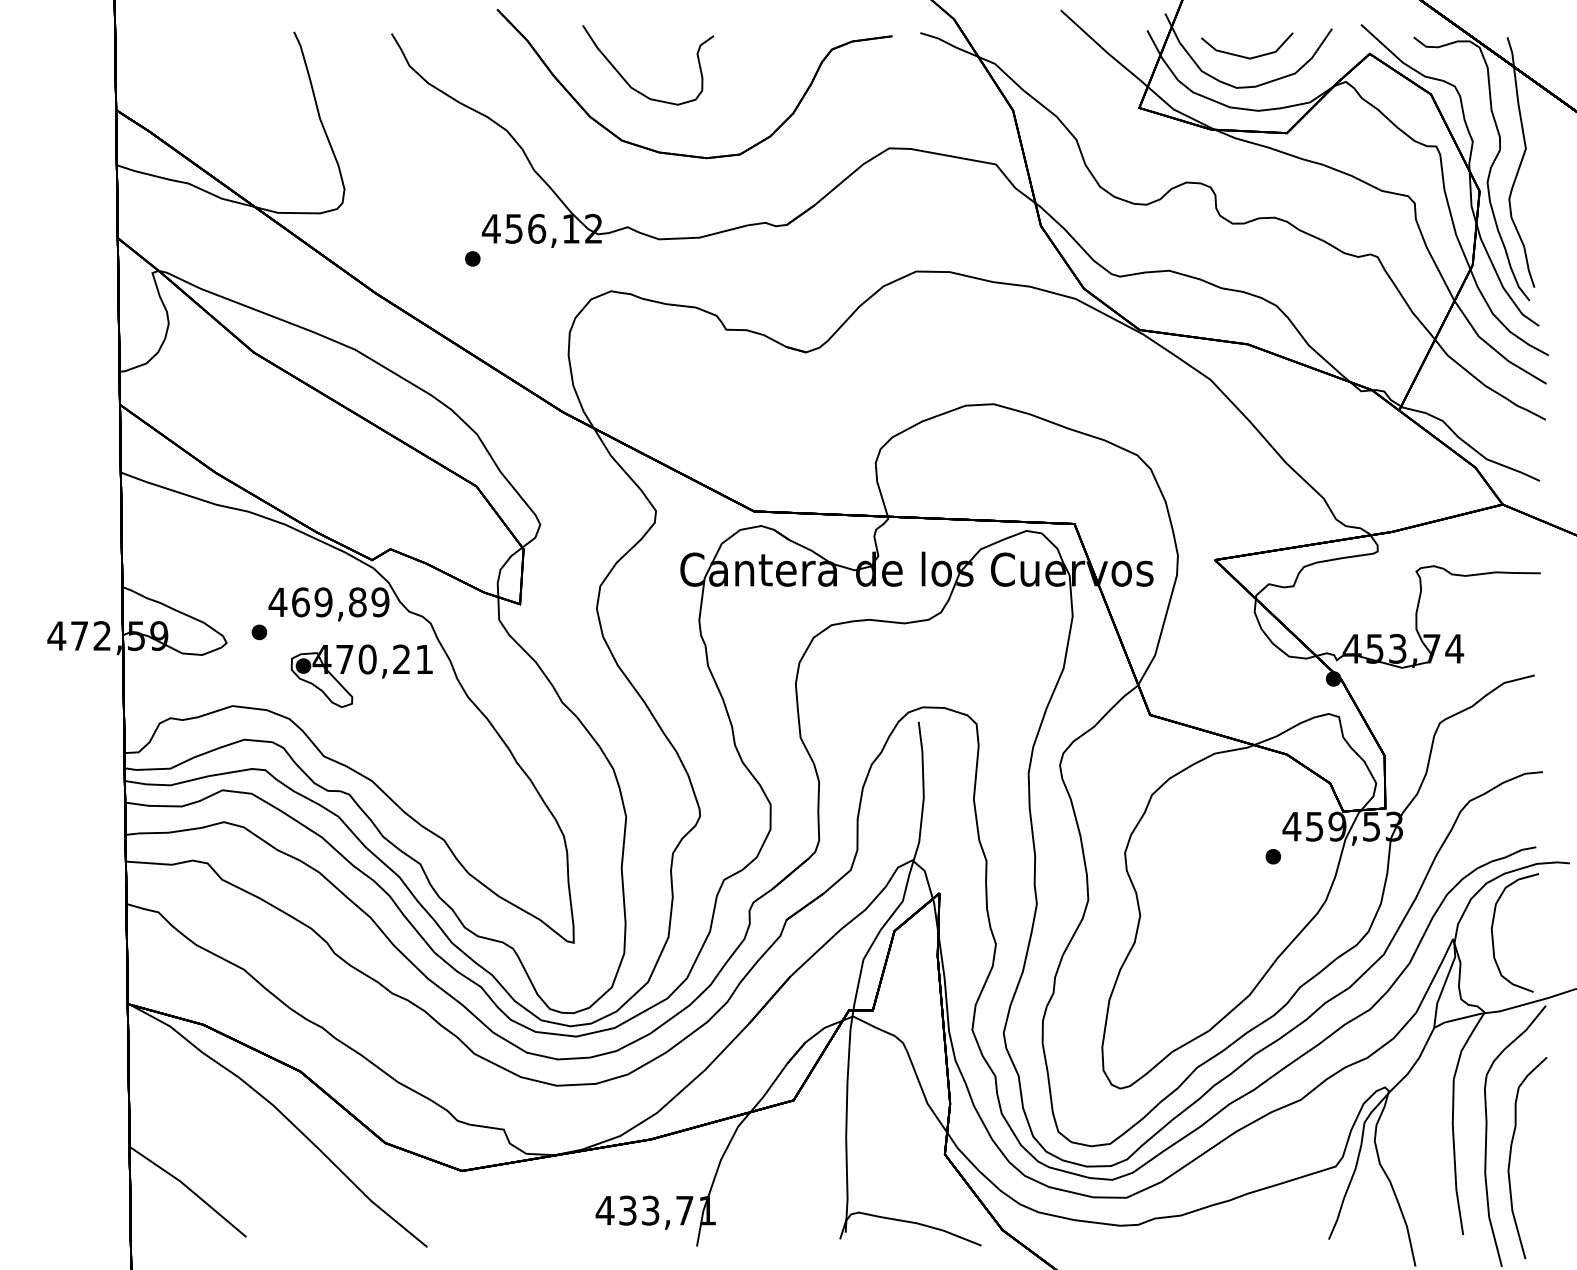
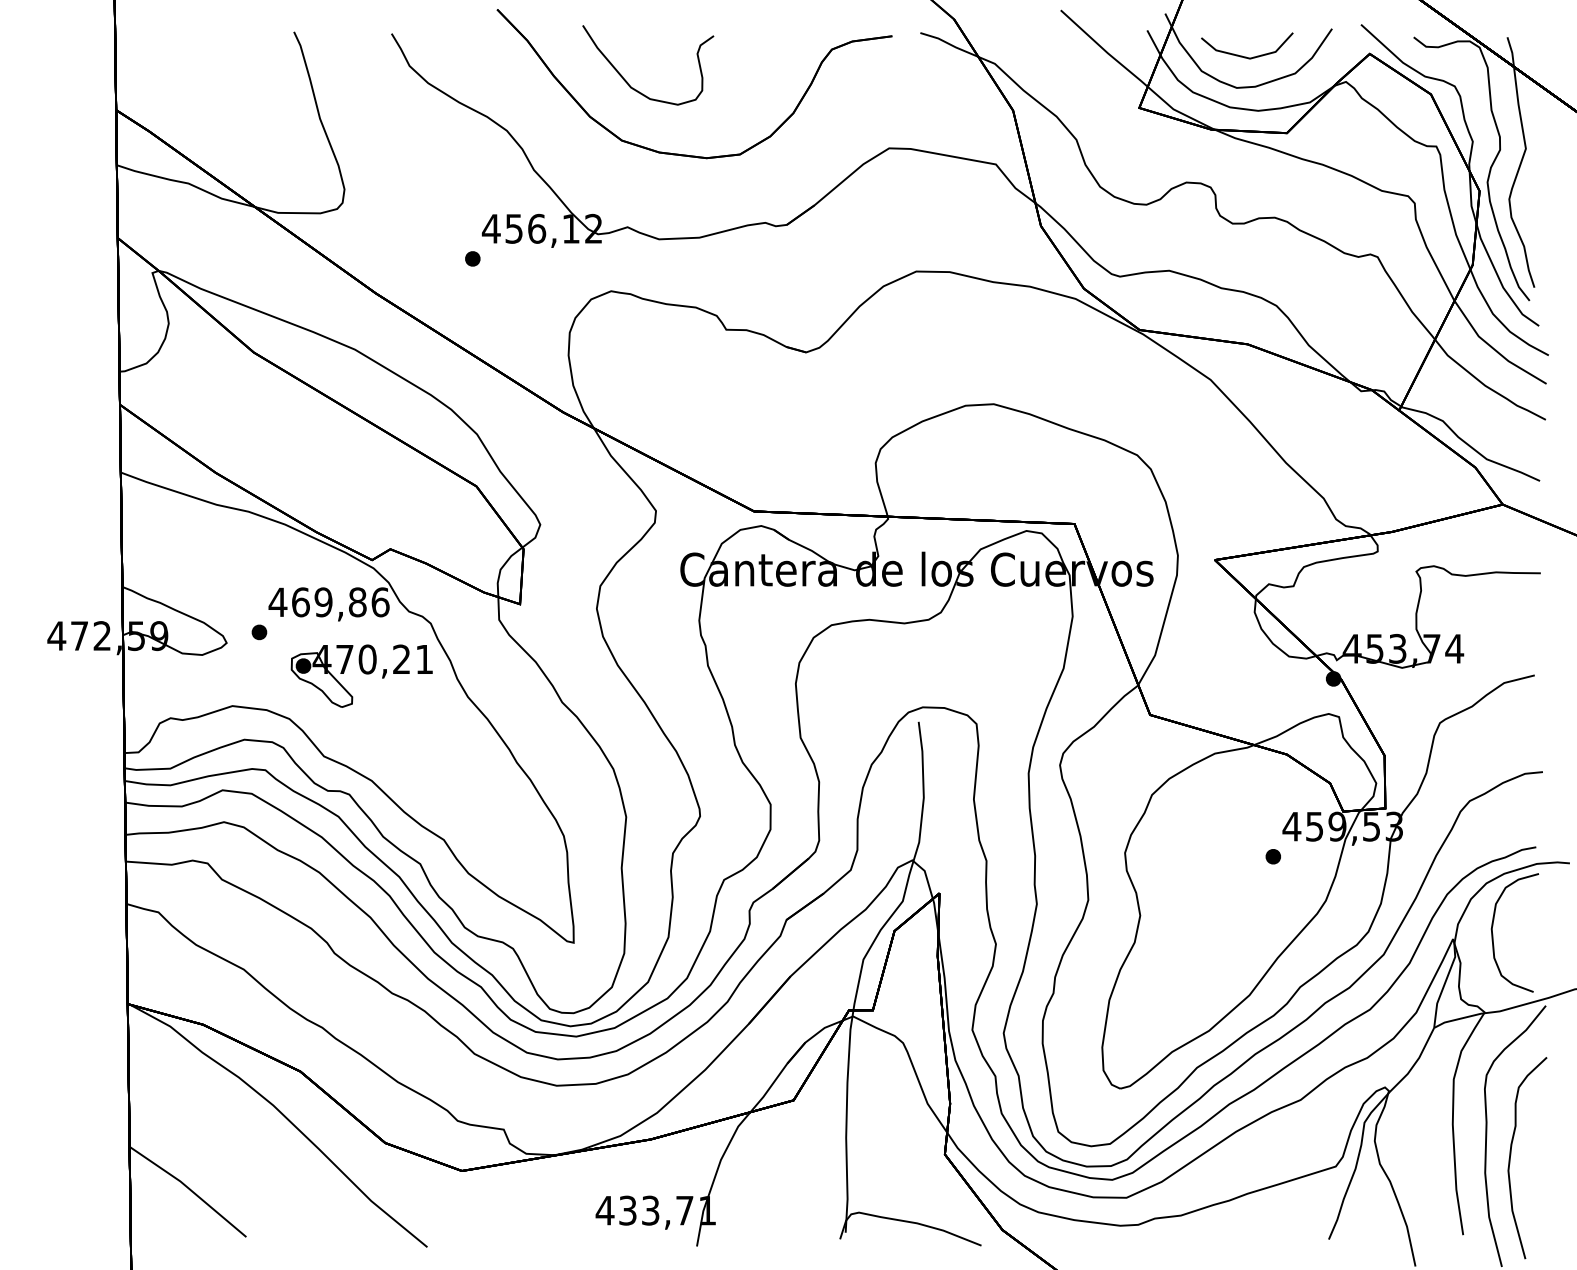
text at (380, 602): 469,89 -> 469,86
